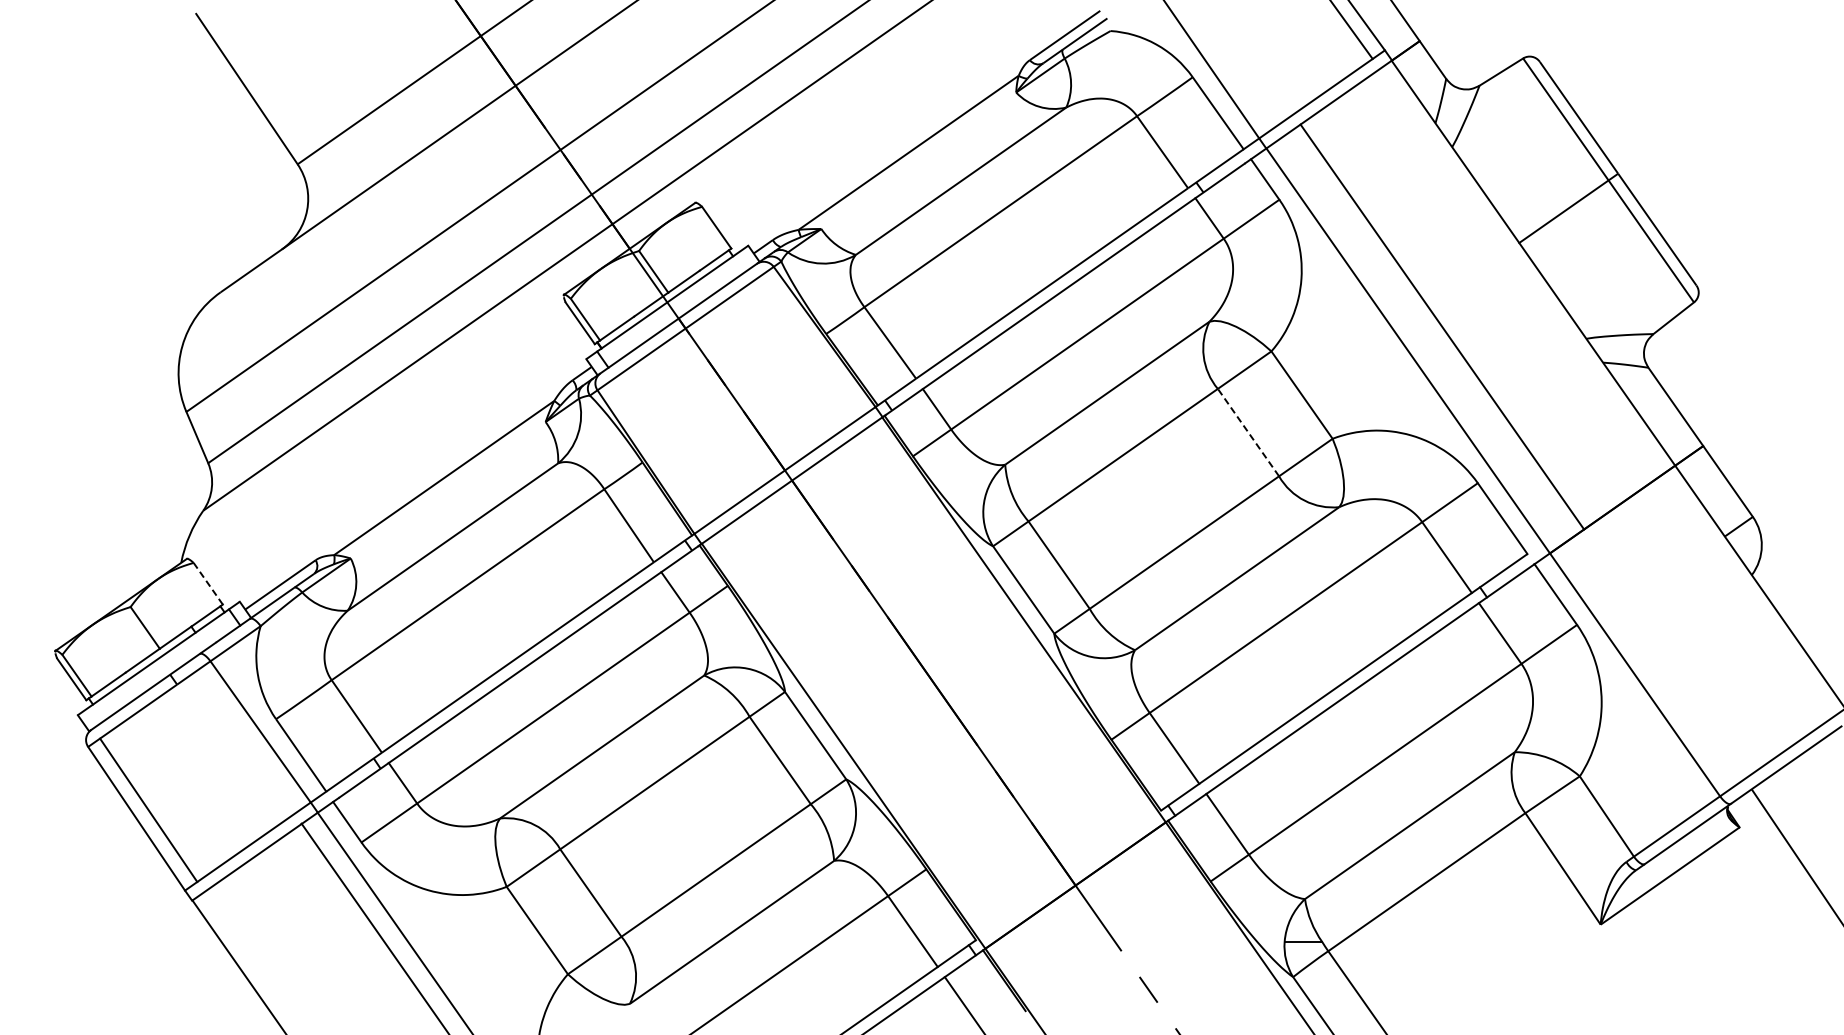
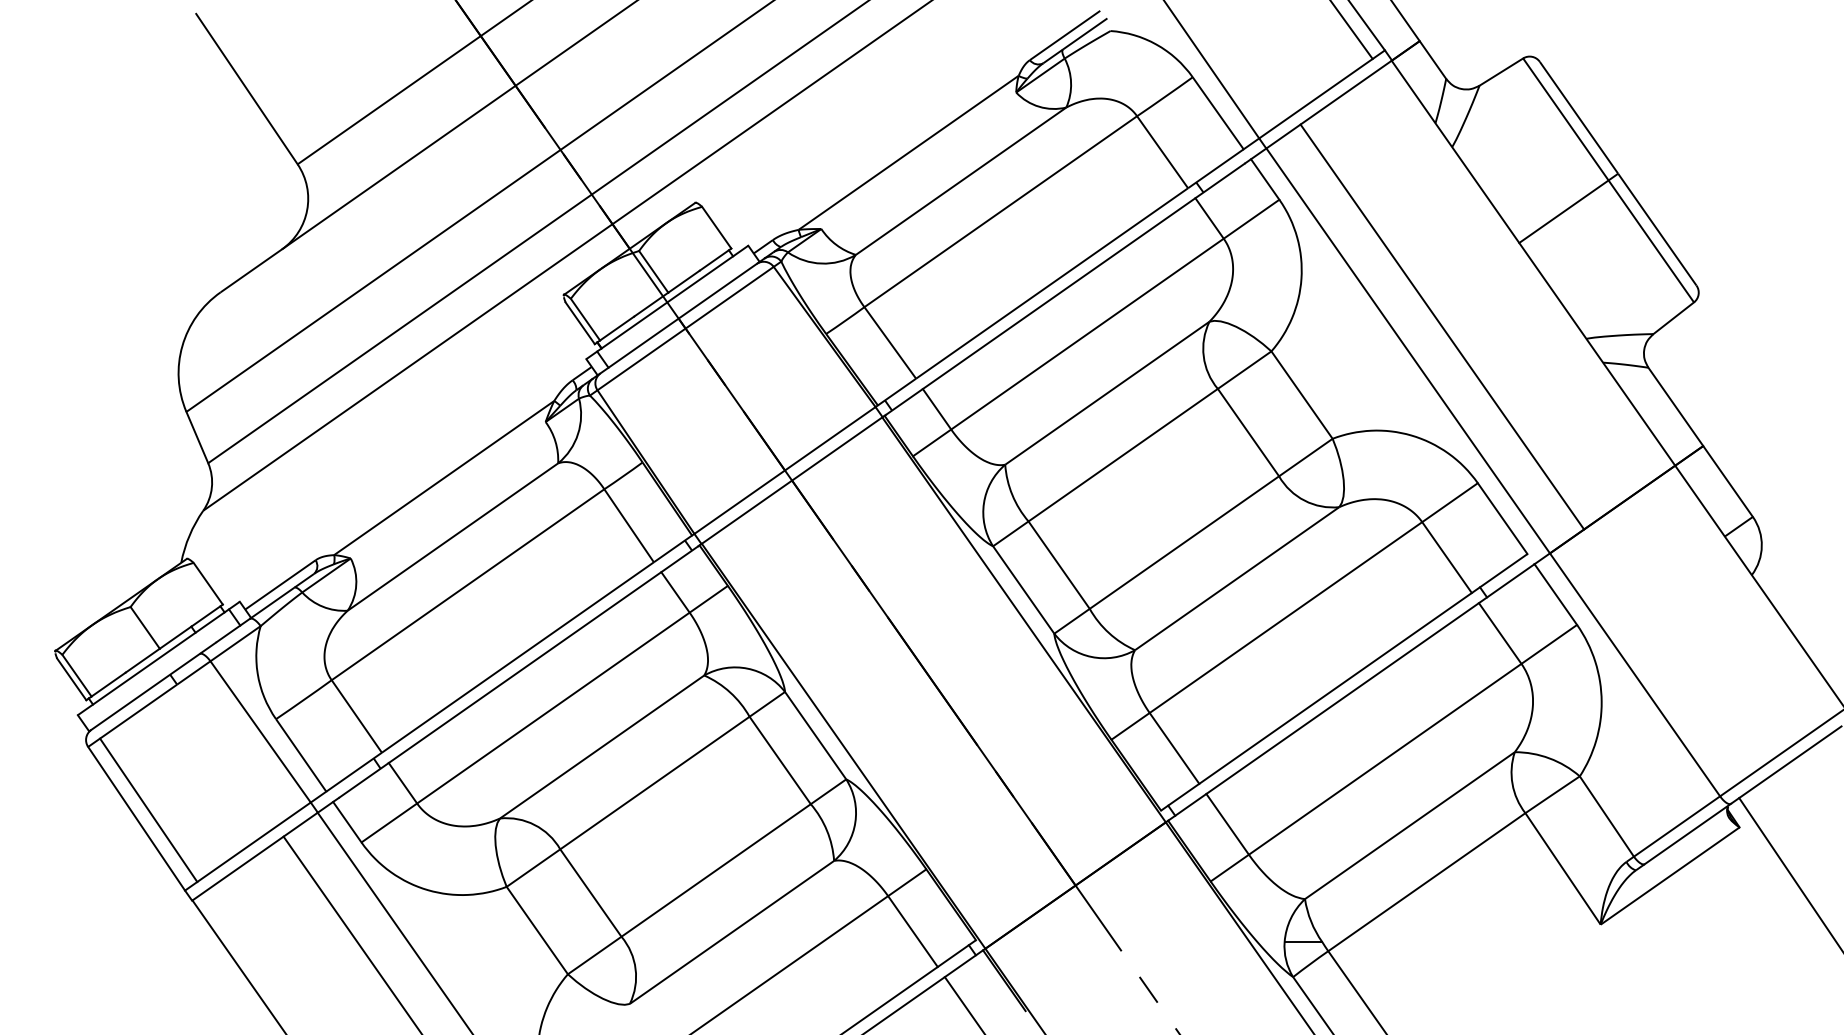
line at (1248, 432): dashed -> solid
line at (207, 583): dashed -> solid
line at (1796, 855) position: (1796, 855) -> (1789, 873)
line at (374, 927) position: (374, 927) -> (351, 933)
